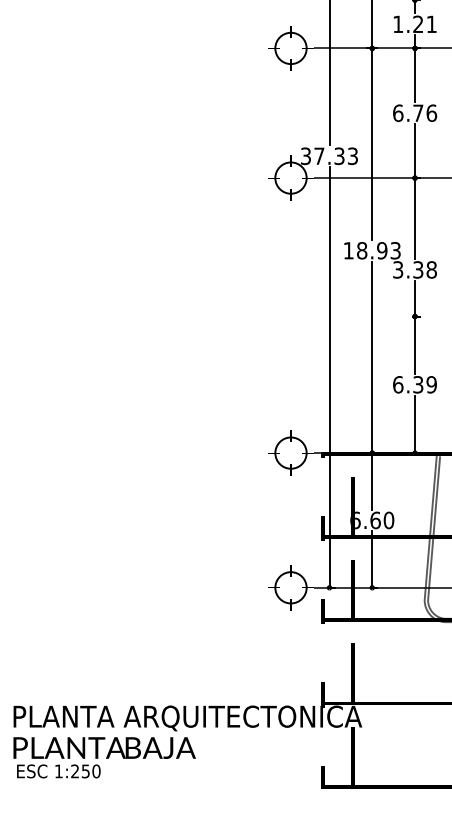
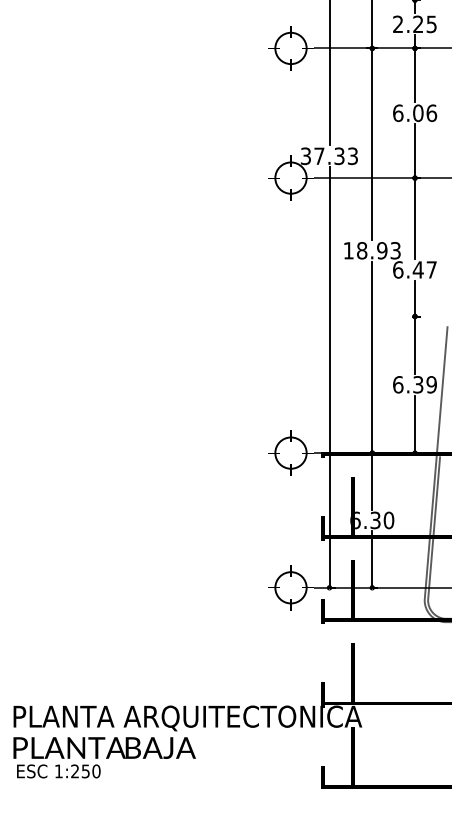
text at (414, 24): 1.21 -> 2.25
text at (418, 113): 6.76 -> 6.06
text at (414, 269): 3.38 -> 6.47
line at (441, 390): none -> present
text at (375, 520): 6.60 -> 6.30
